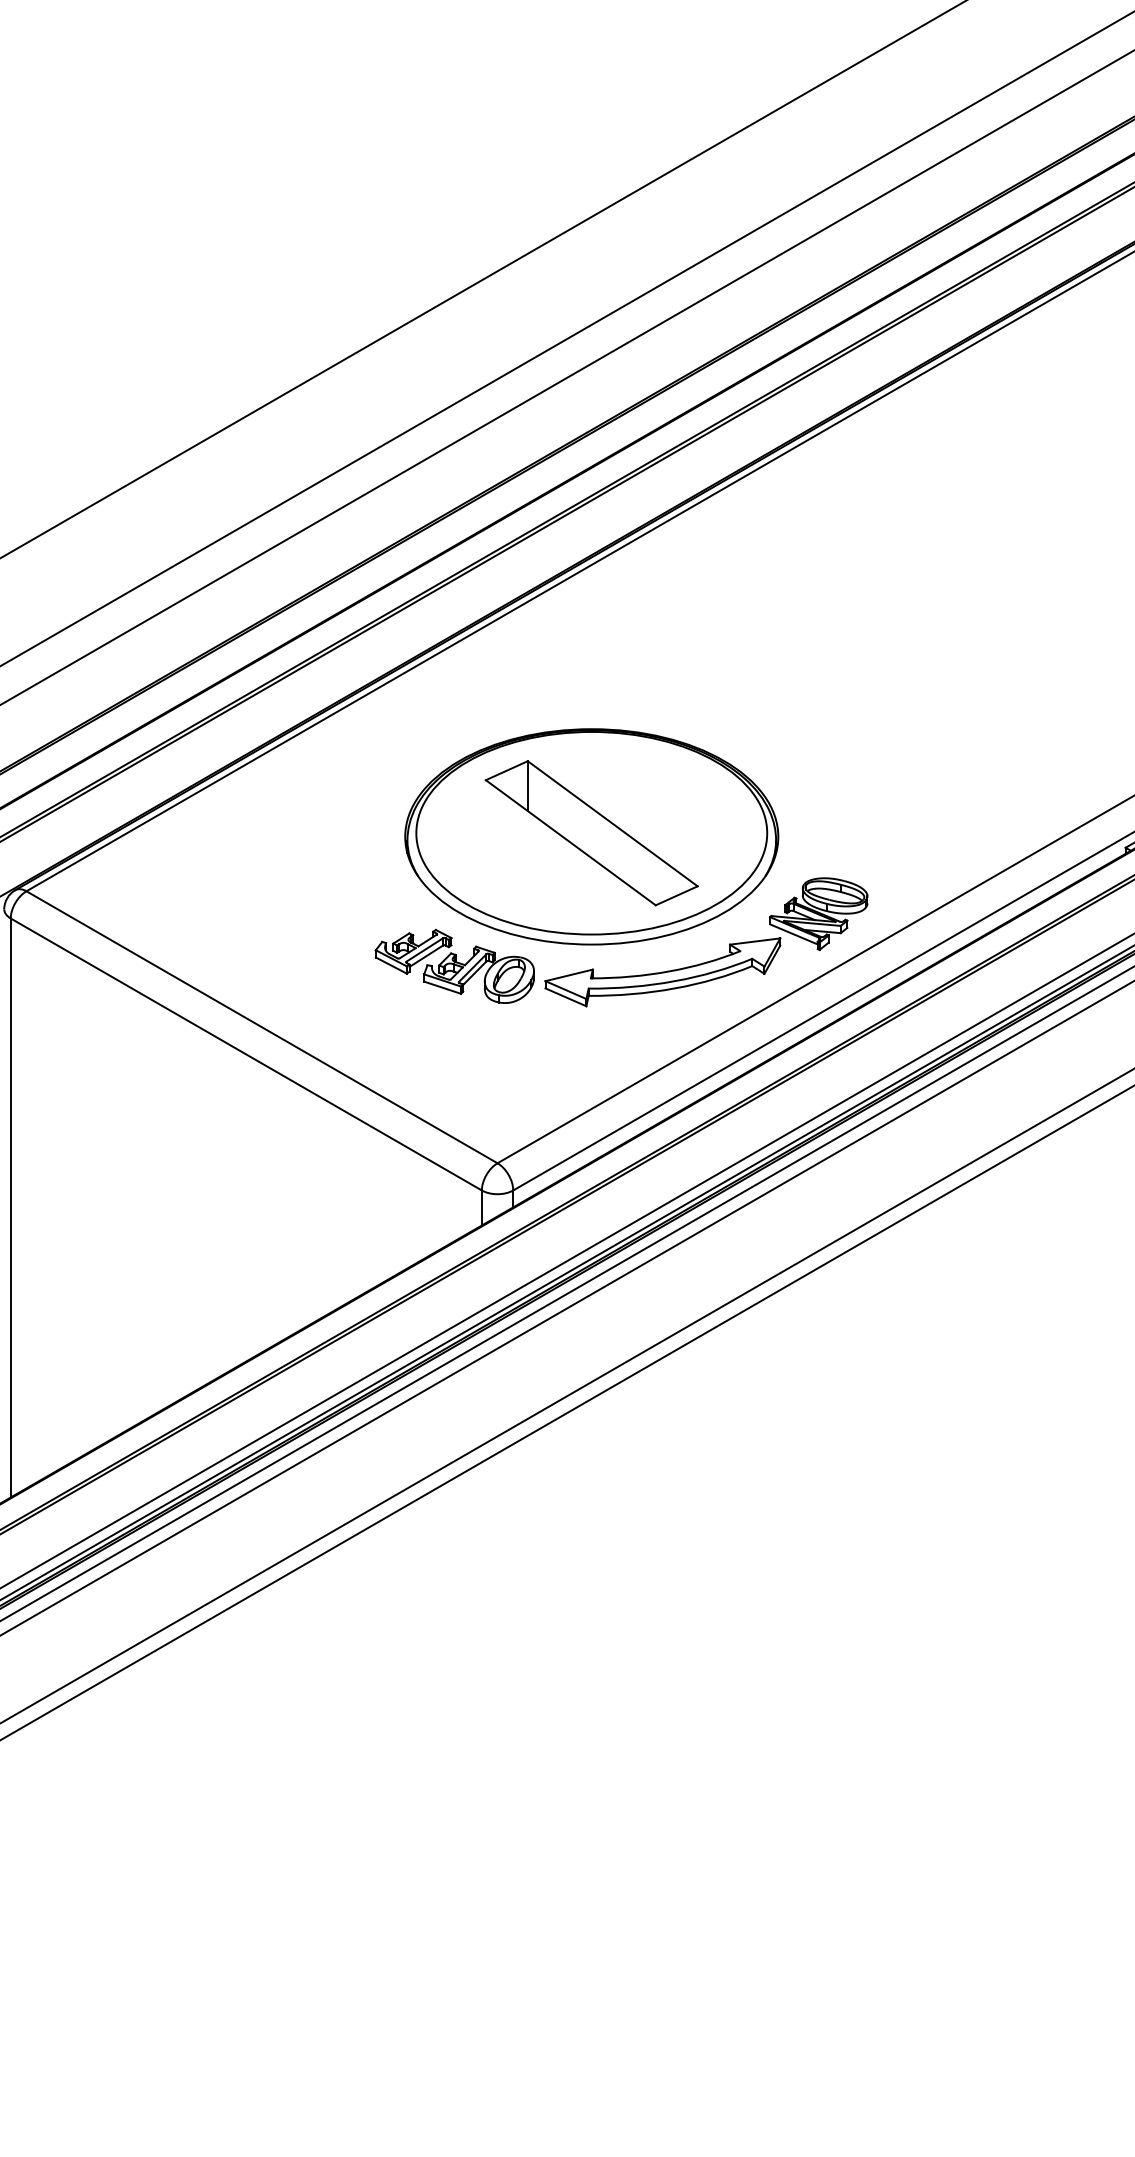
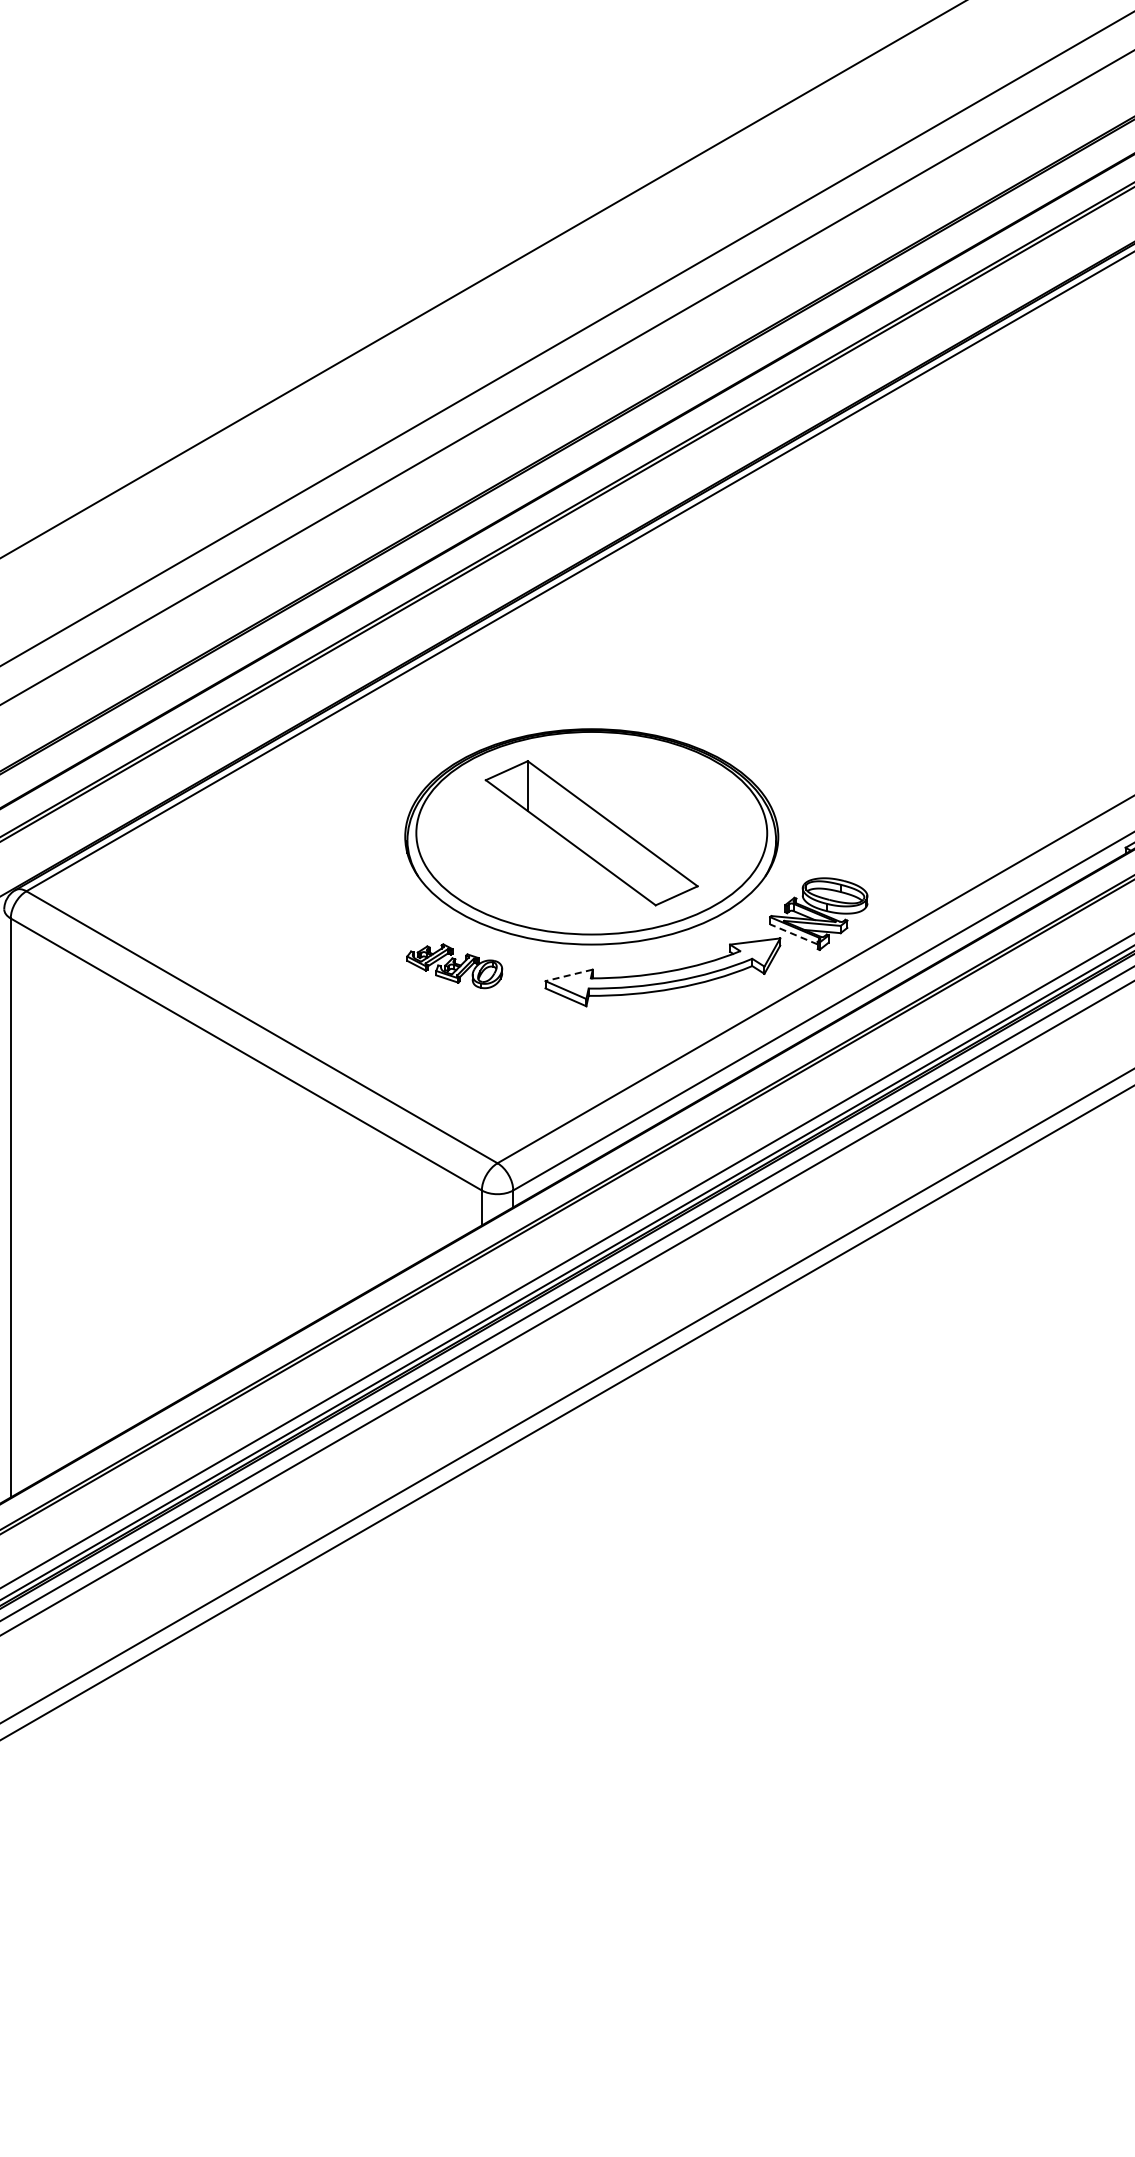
line at (793, 934): solid -> dashed
part at (454, 965) size: 161x76 px -> 98x47 px
line at (568, 975): solid -> dashed
